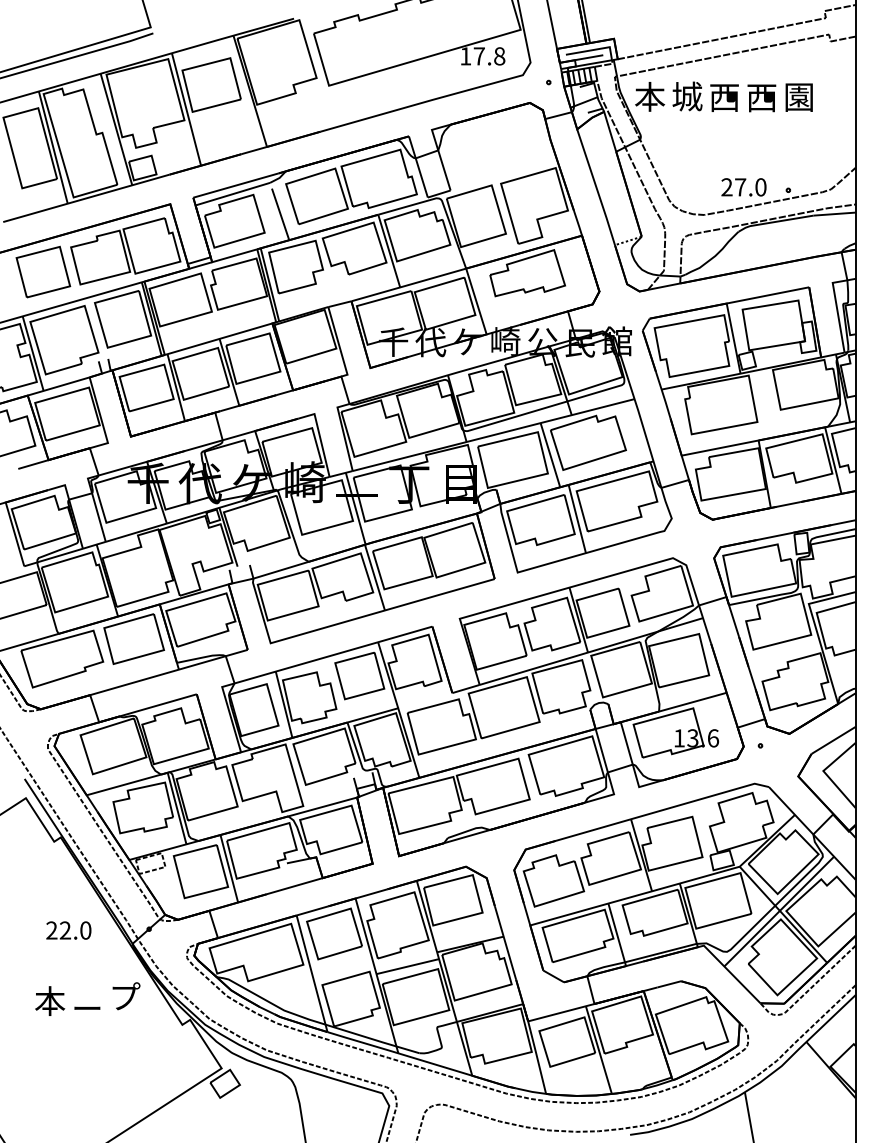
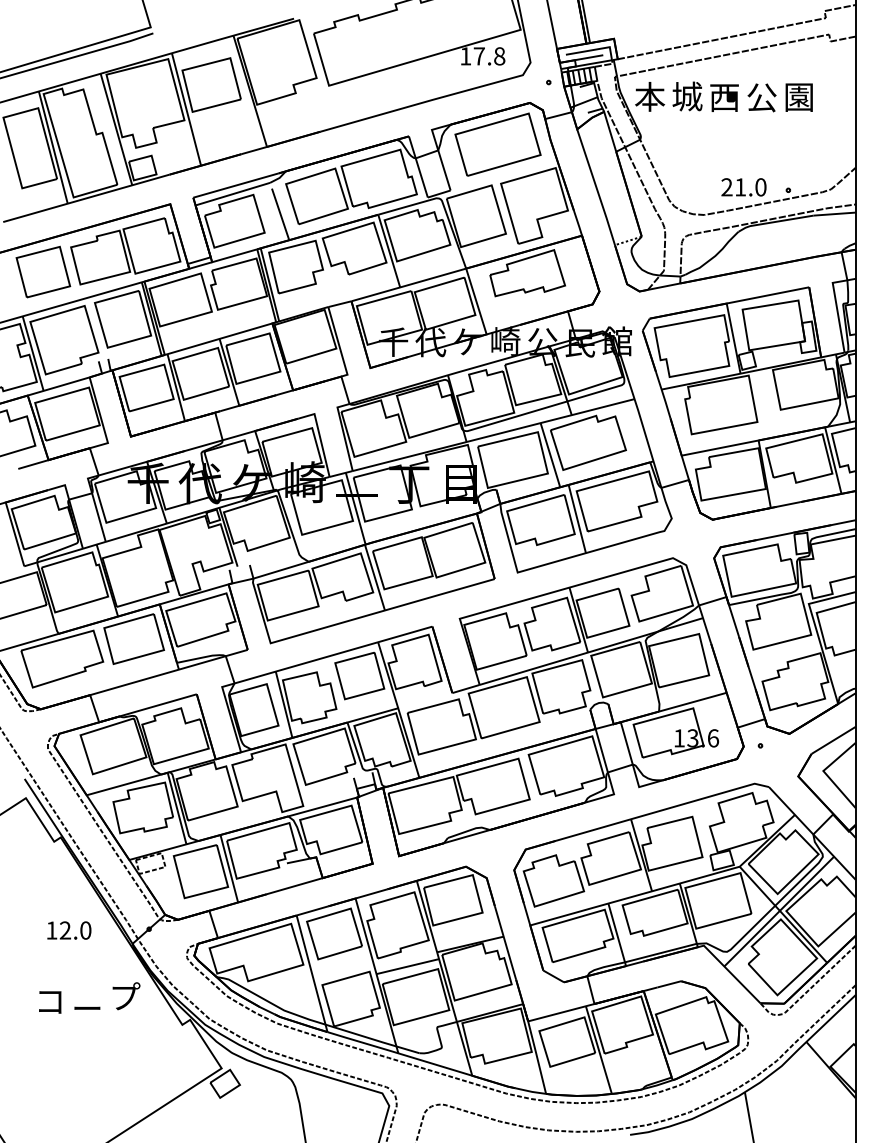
text at (761, 97): 西 -> 公
part at (497, 144): none -> present
text at (740, 187): 27.0 -> 21.0
text at (51, 930): 22.0 -> 12.0
text at (50, 1000): 本 -> コ
